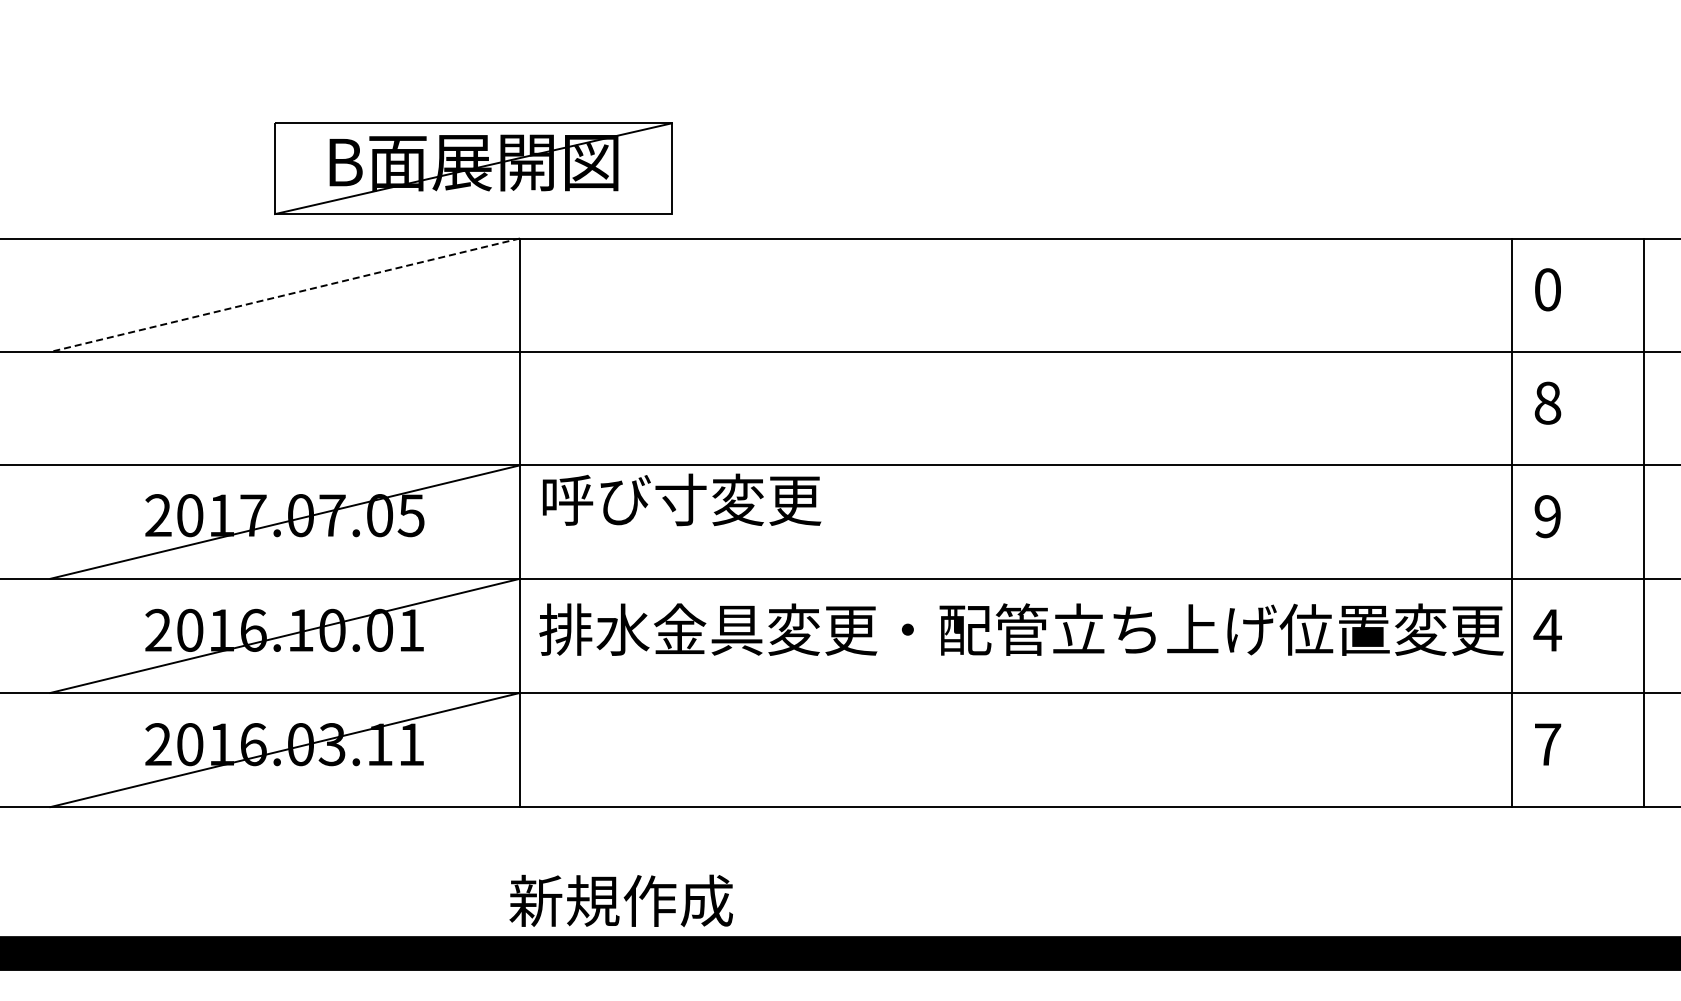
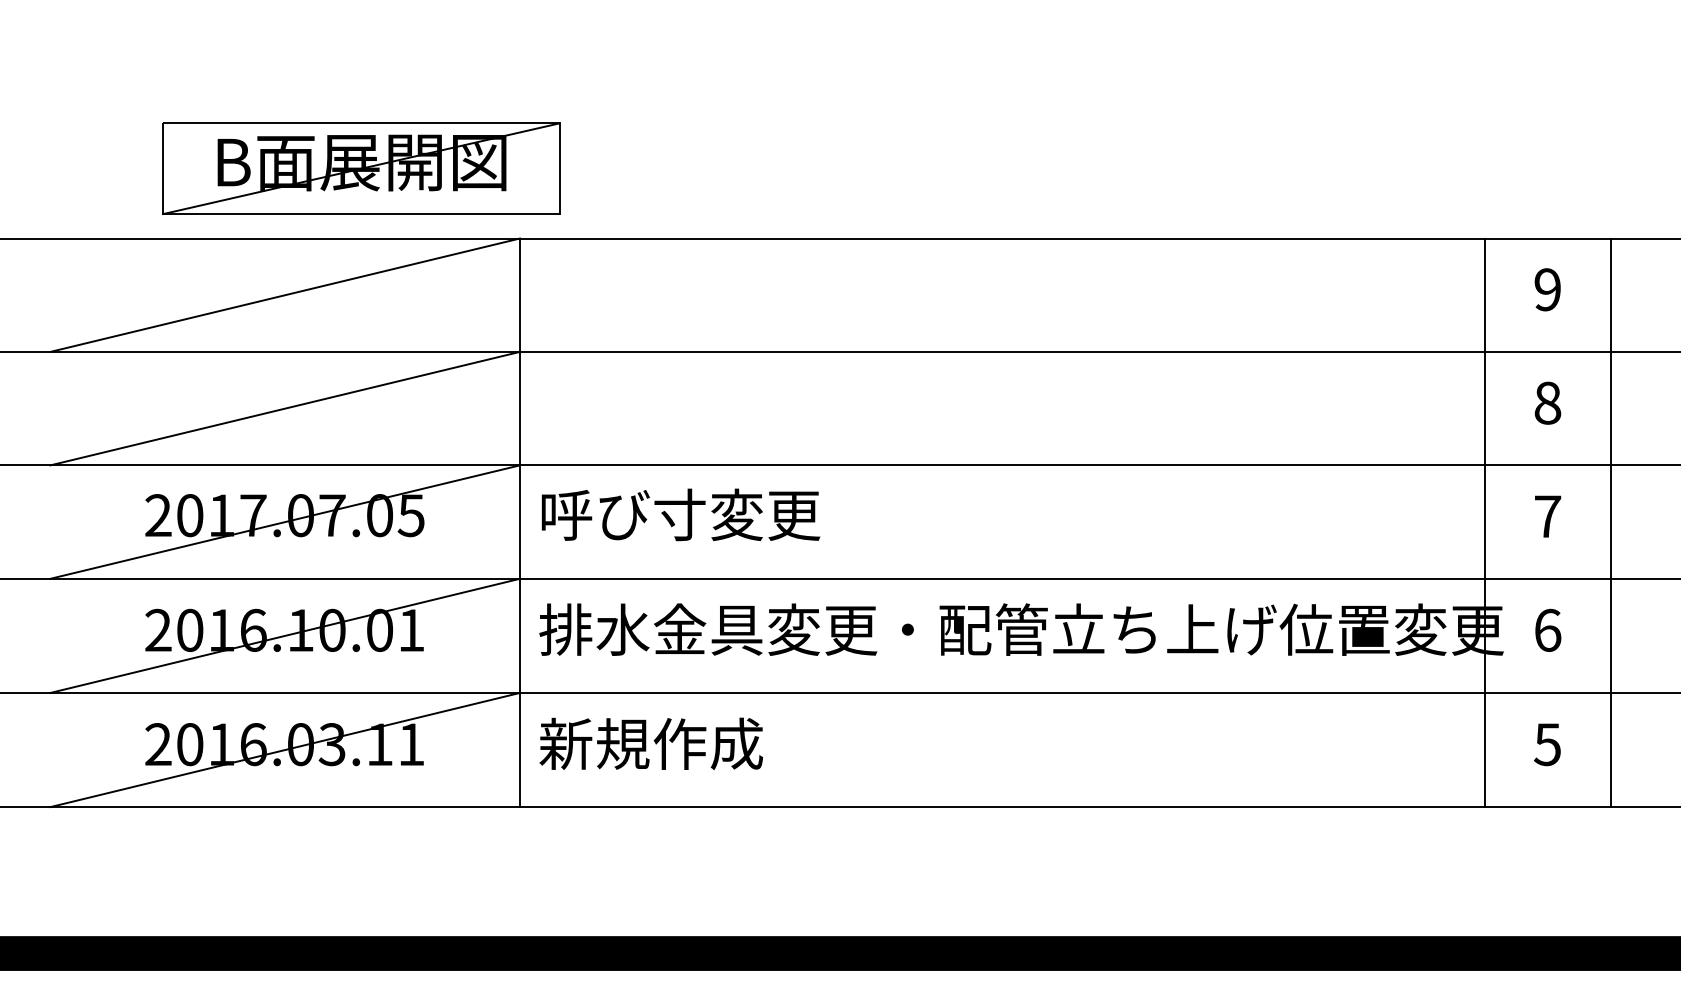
part at (473, 168) position: (473, 168) -> (361, 168)
text at (1547, 289): 0 -> 9
line at (285, 295): dashed -> solid
line at (284, 408): none -> present
text at (681, 499) position: (681, 499) -> (680, 514)
text at (1547, 516): 9 -> 7
line at (1512, 522) position: (1512, 522) -> (1485, 522)
line at (1643, 522) position: (1643, 522) -> (1610, 522)
text at (1547, 629): 4 -> 6
text at (1547, 744): 7 -> 5
text at (620, 900) position: (620, 900) -> (650, 743)
